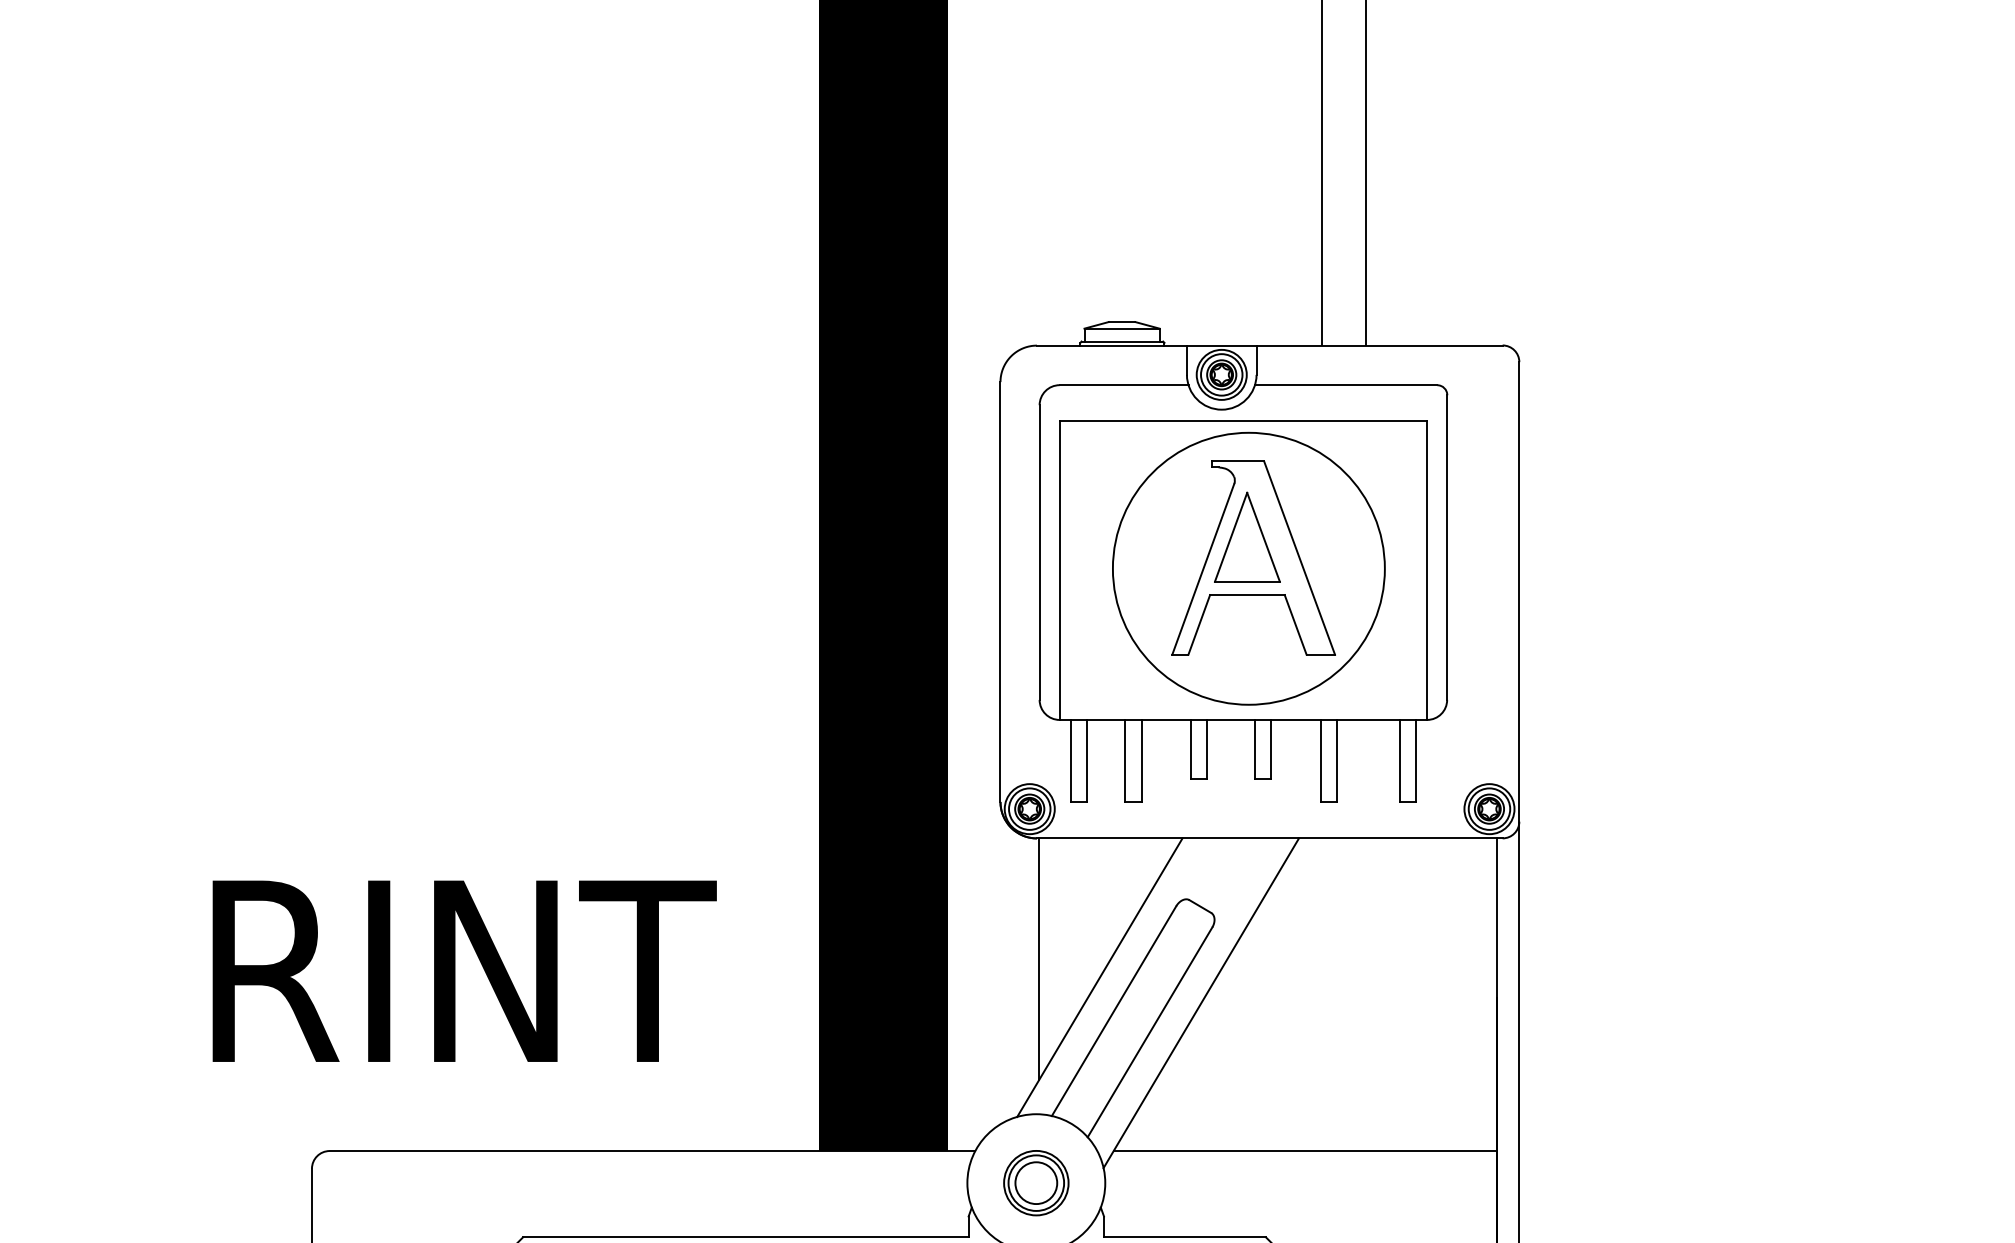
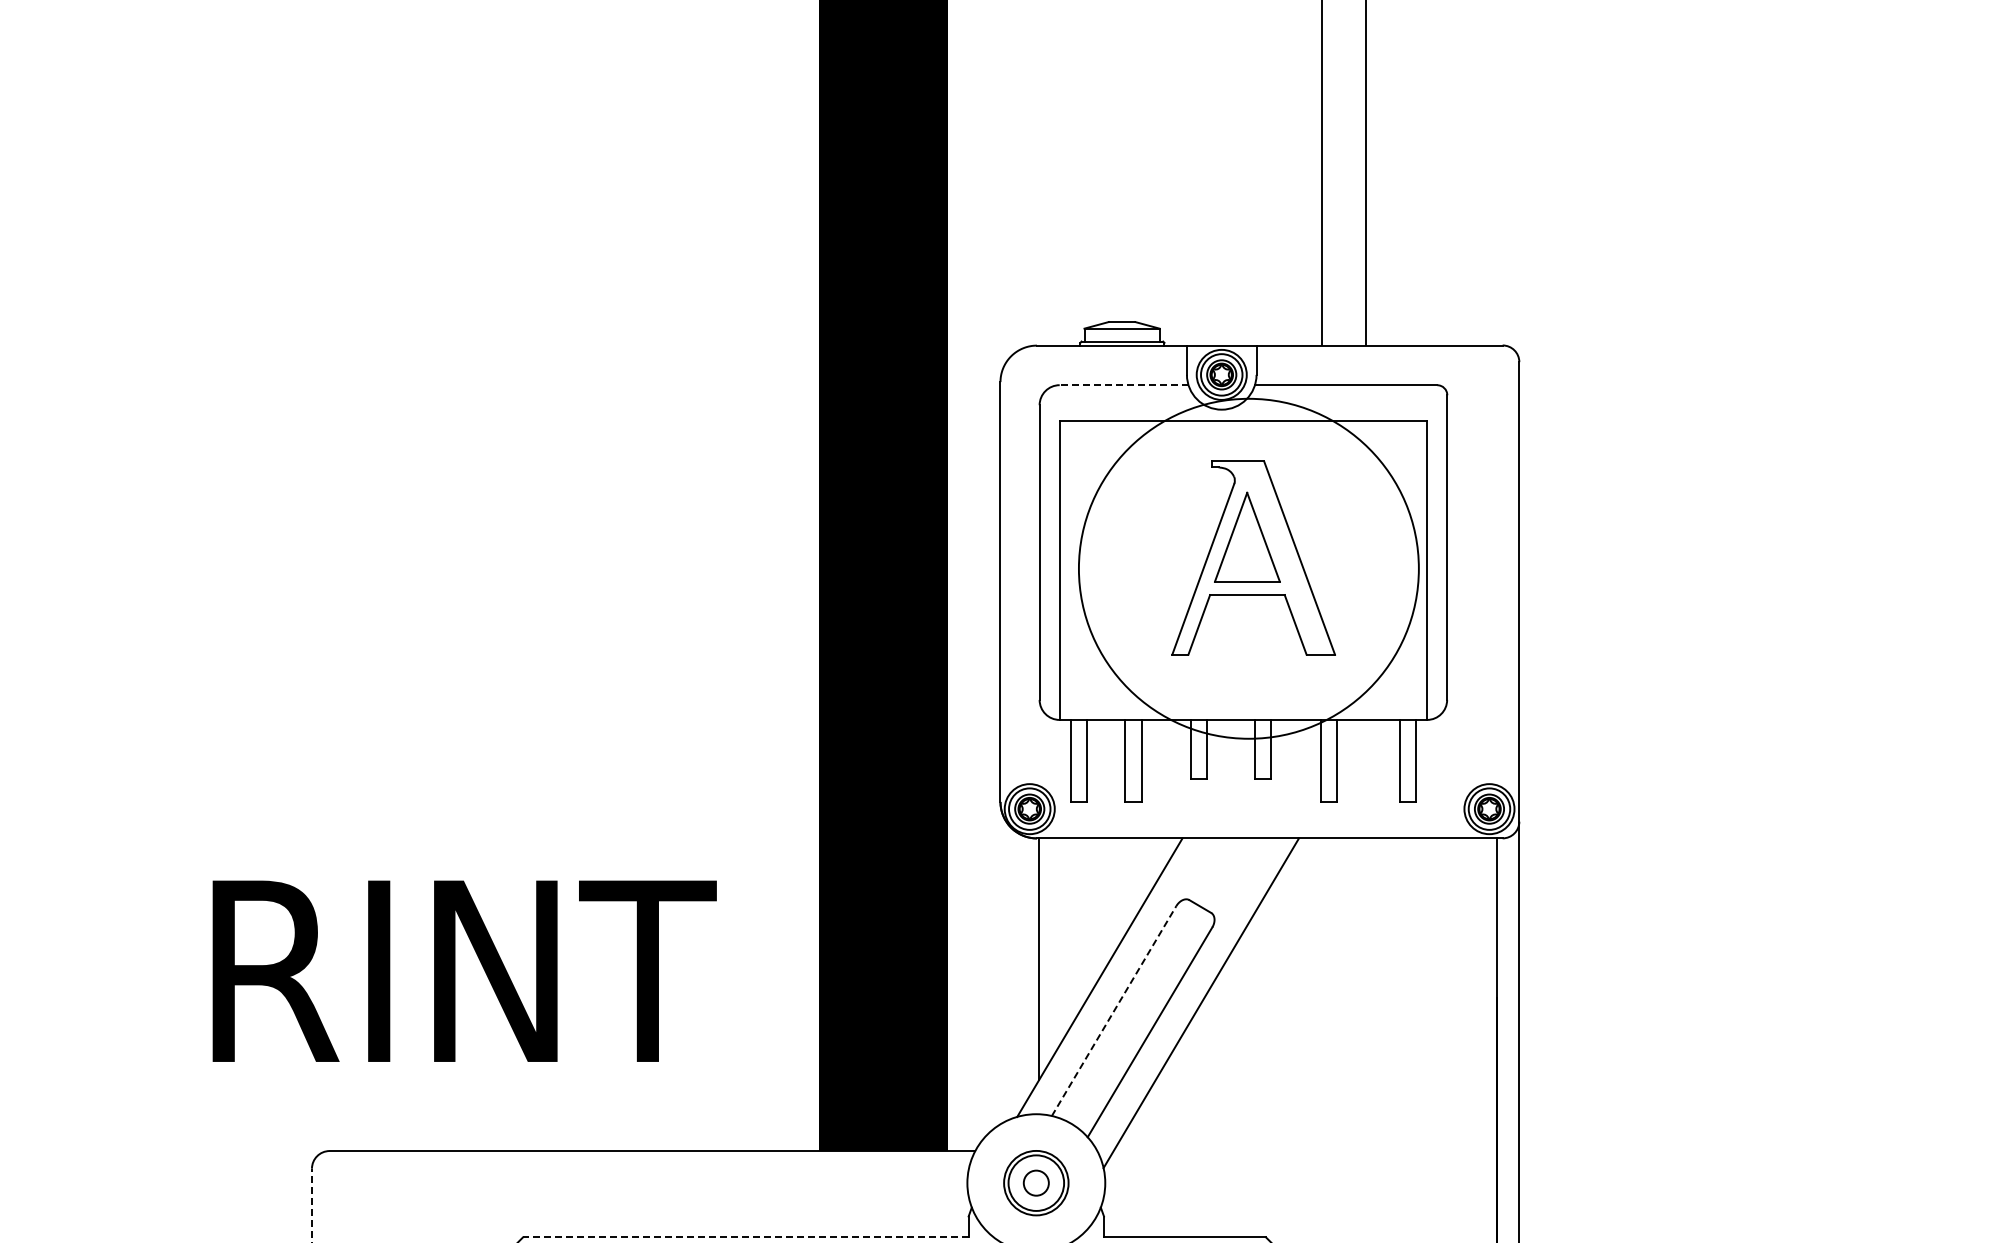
line at (1123, 385): solid -> dashed
circle at (1248, 568) diameter: 272 px -> 340 px
line at (1114, 1010): solid -> dashed
line at (1304, 1151): present -> none
circle at (1036, 1183) diameter: 42 px -> 25 px
line at (312, 1205): solid -> dashed
line at (745, 1237): solid -> dashed
